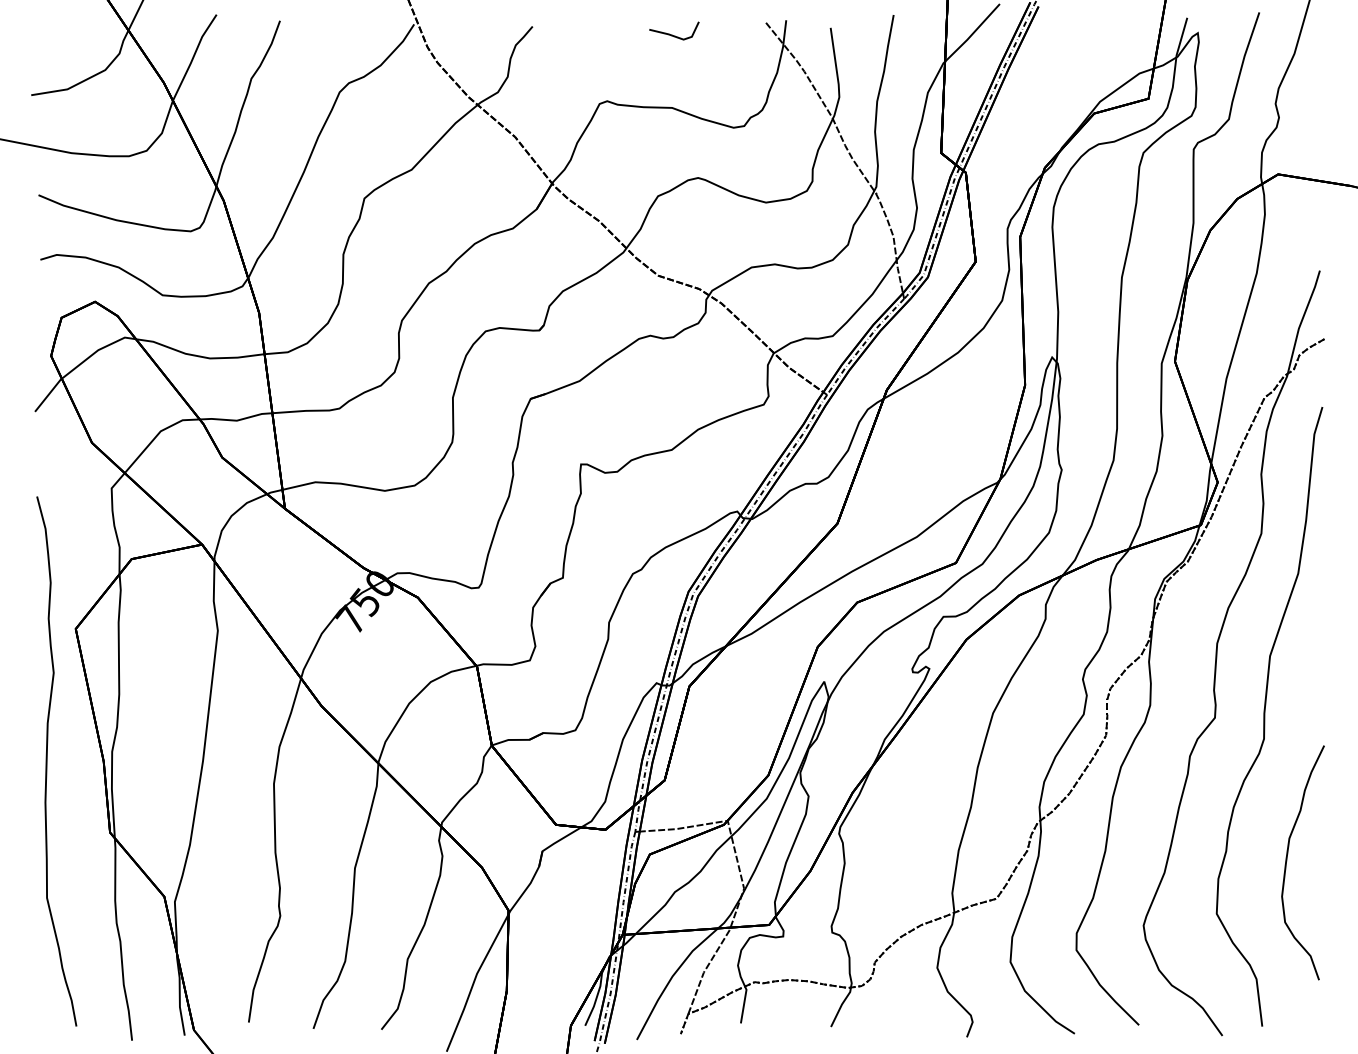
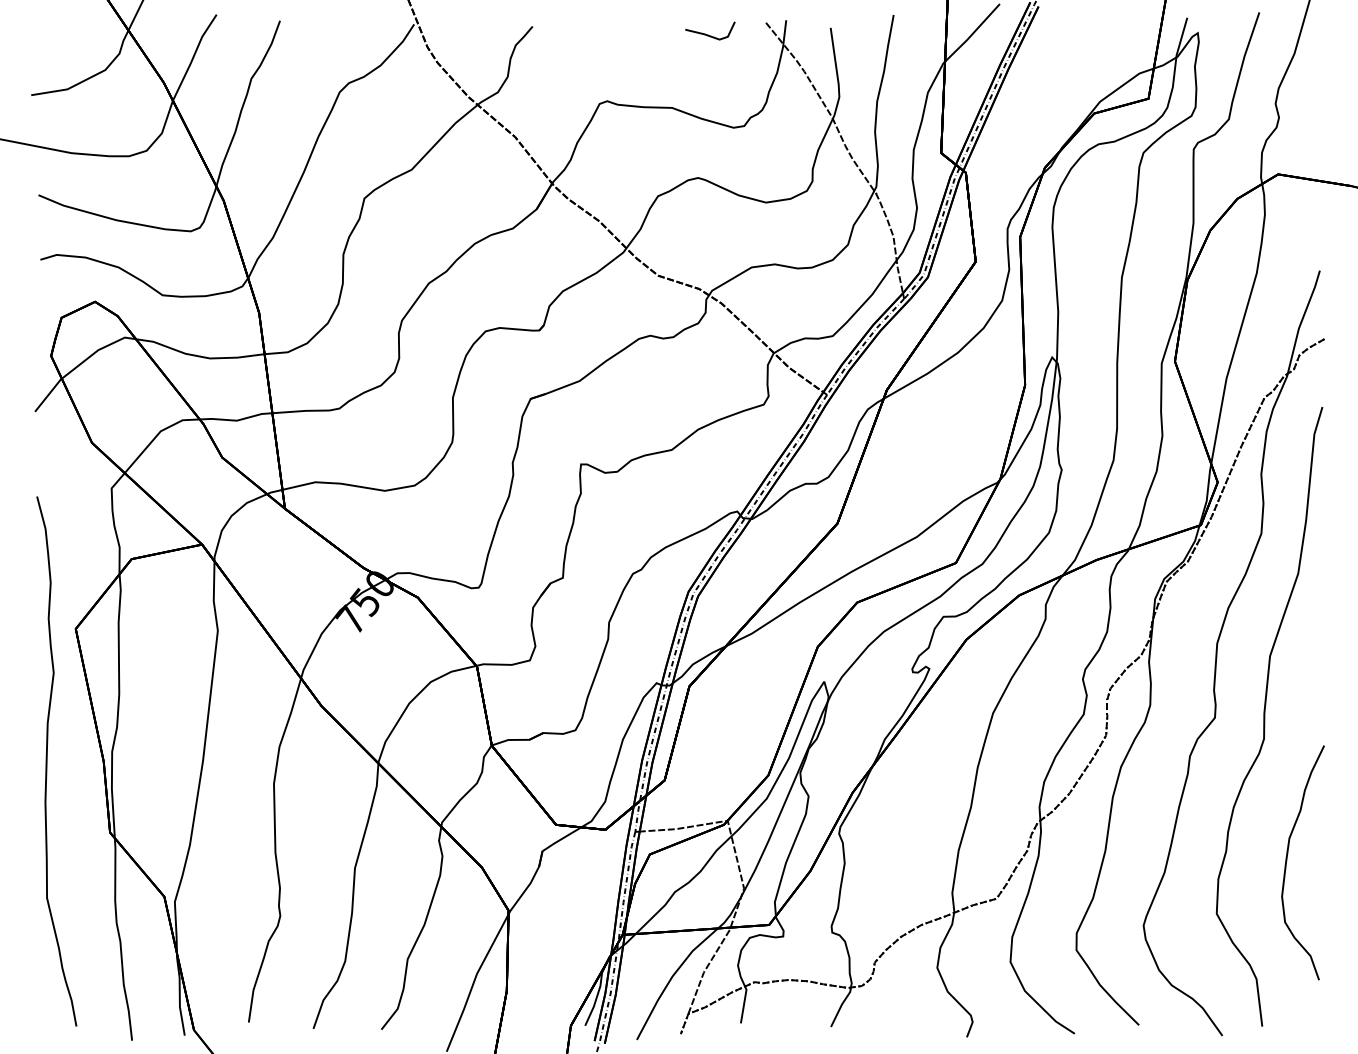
line at (672, 34) position: (672, 34) -> (708, 34)
